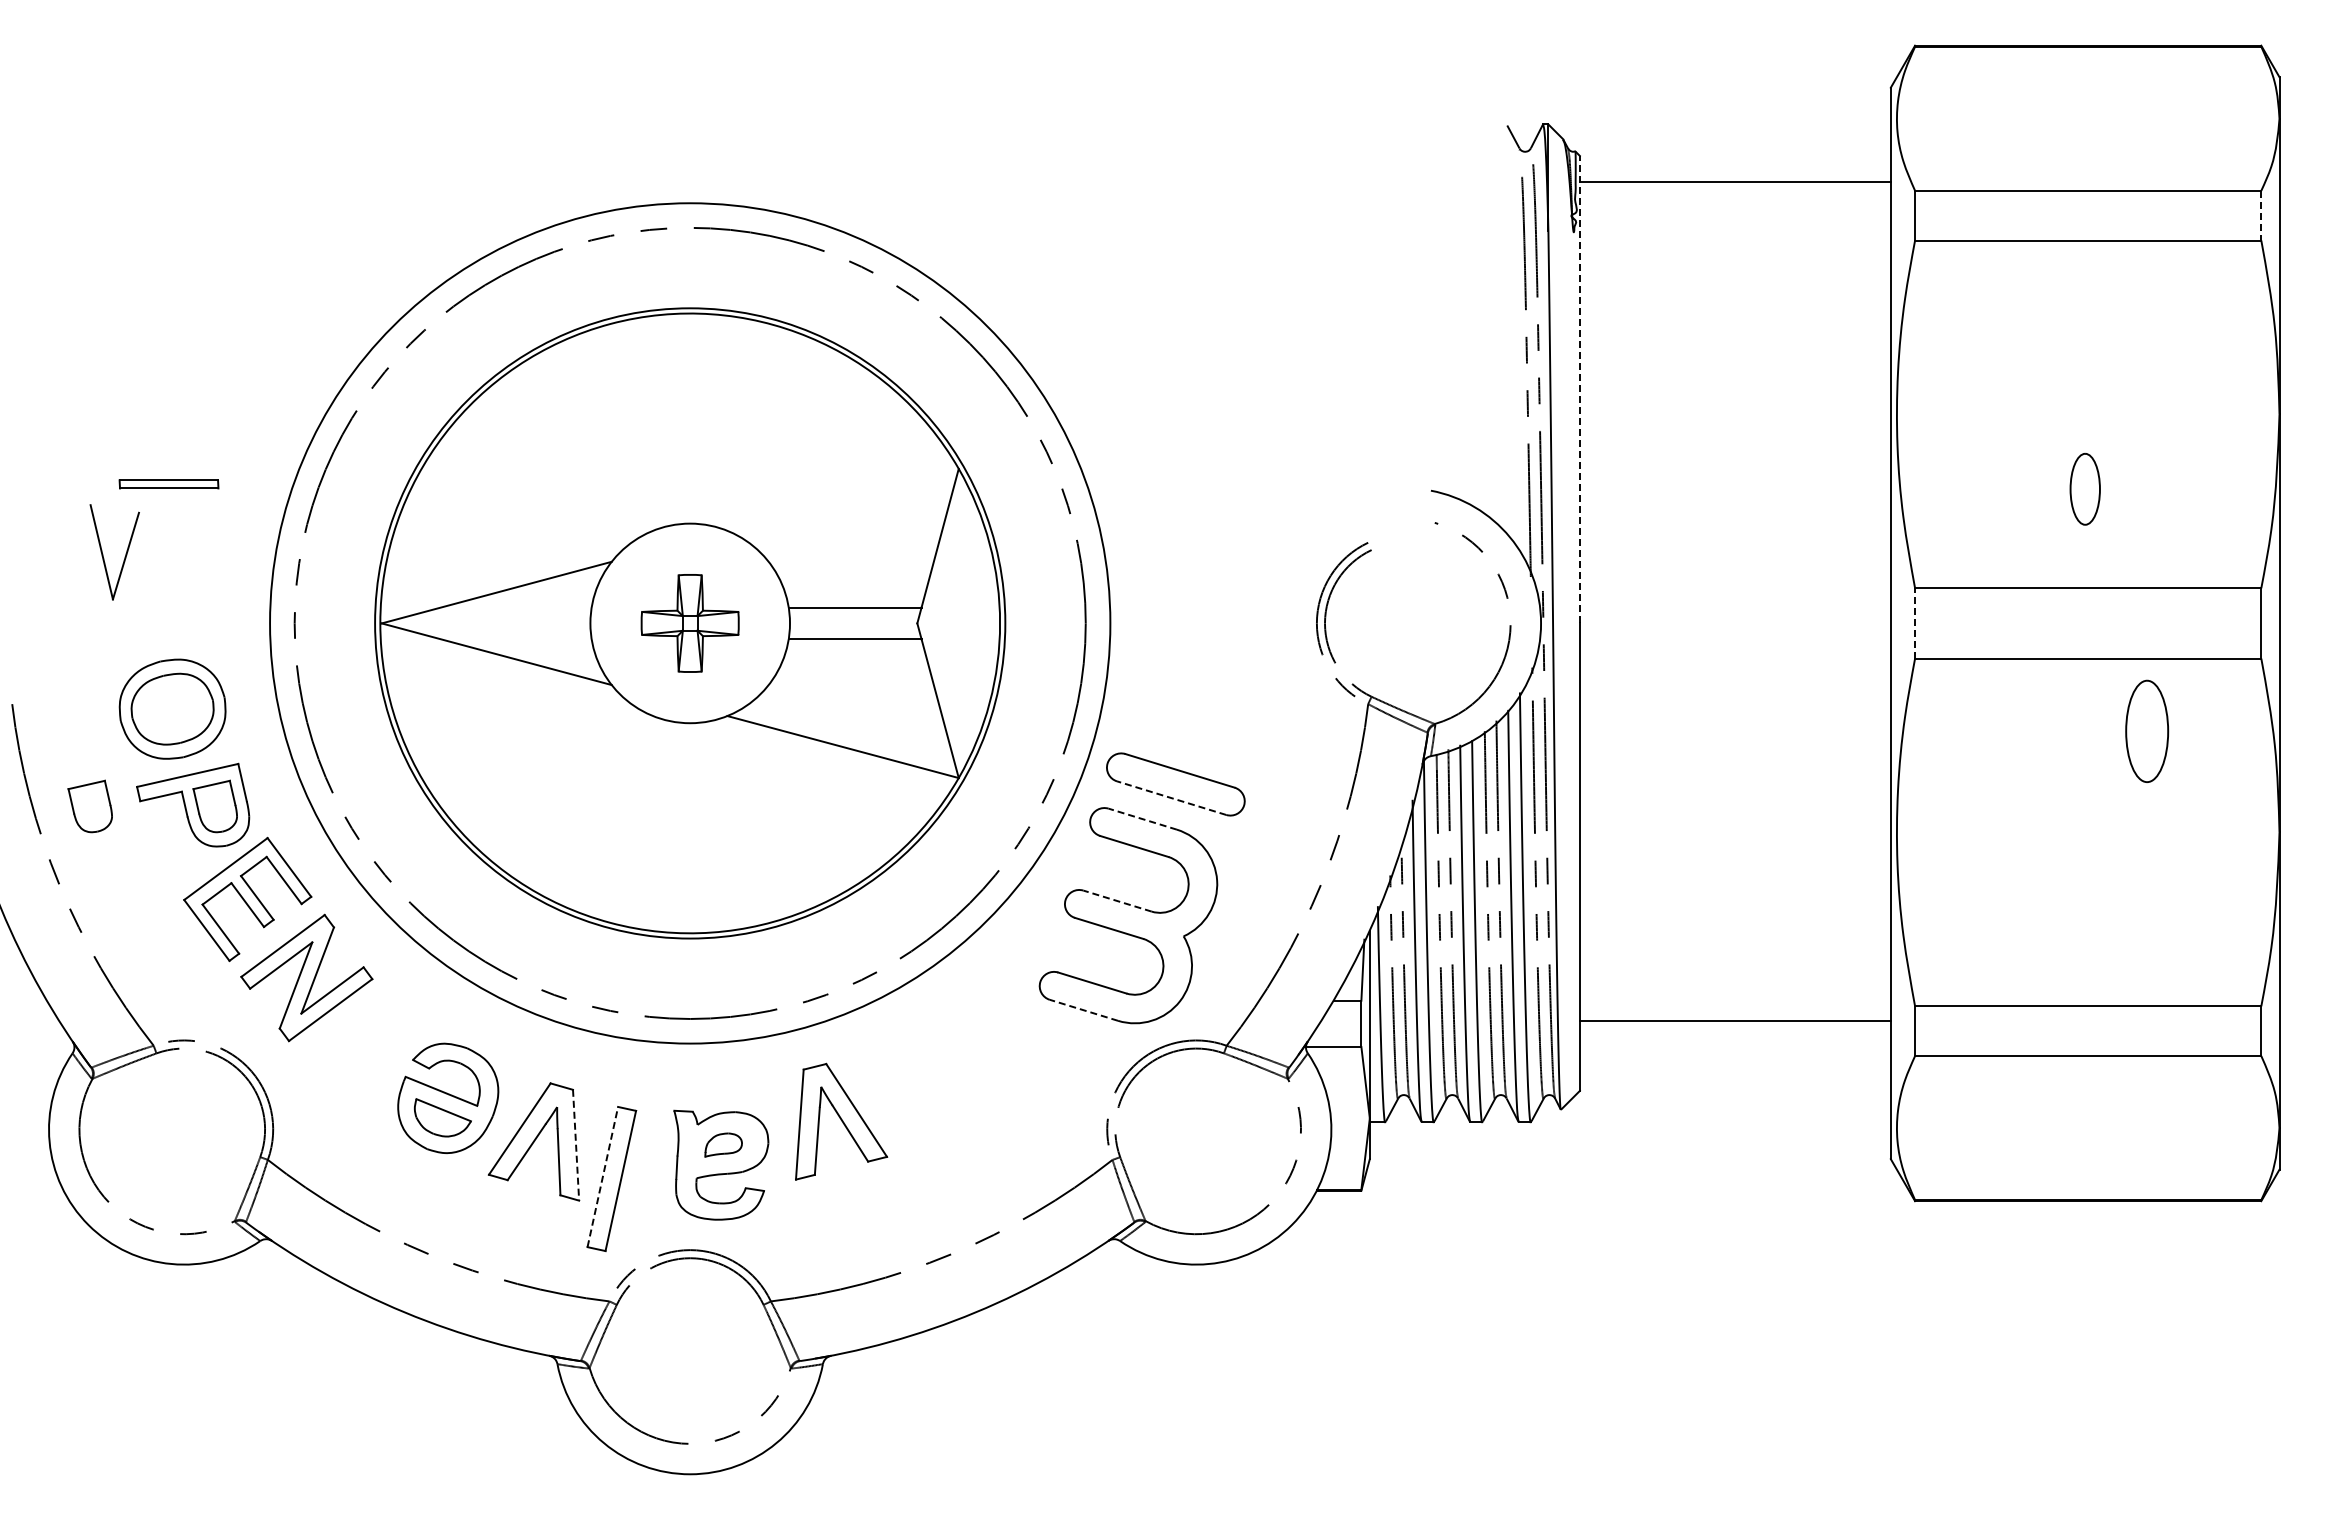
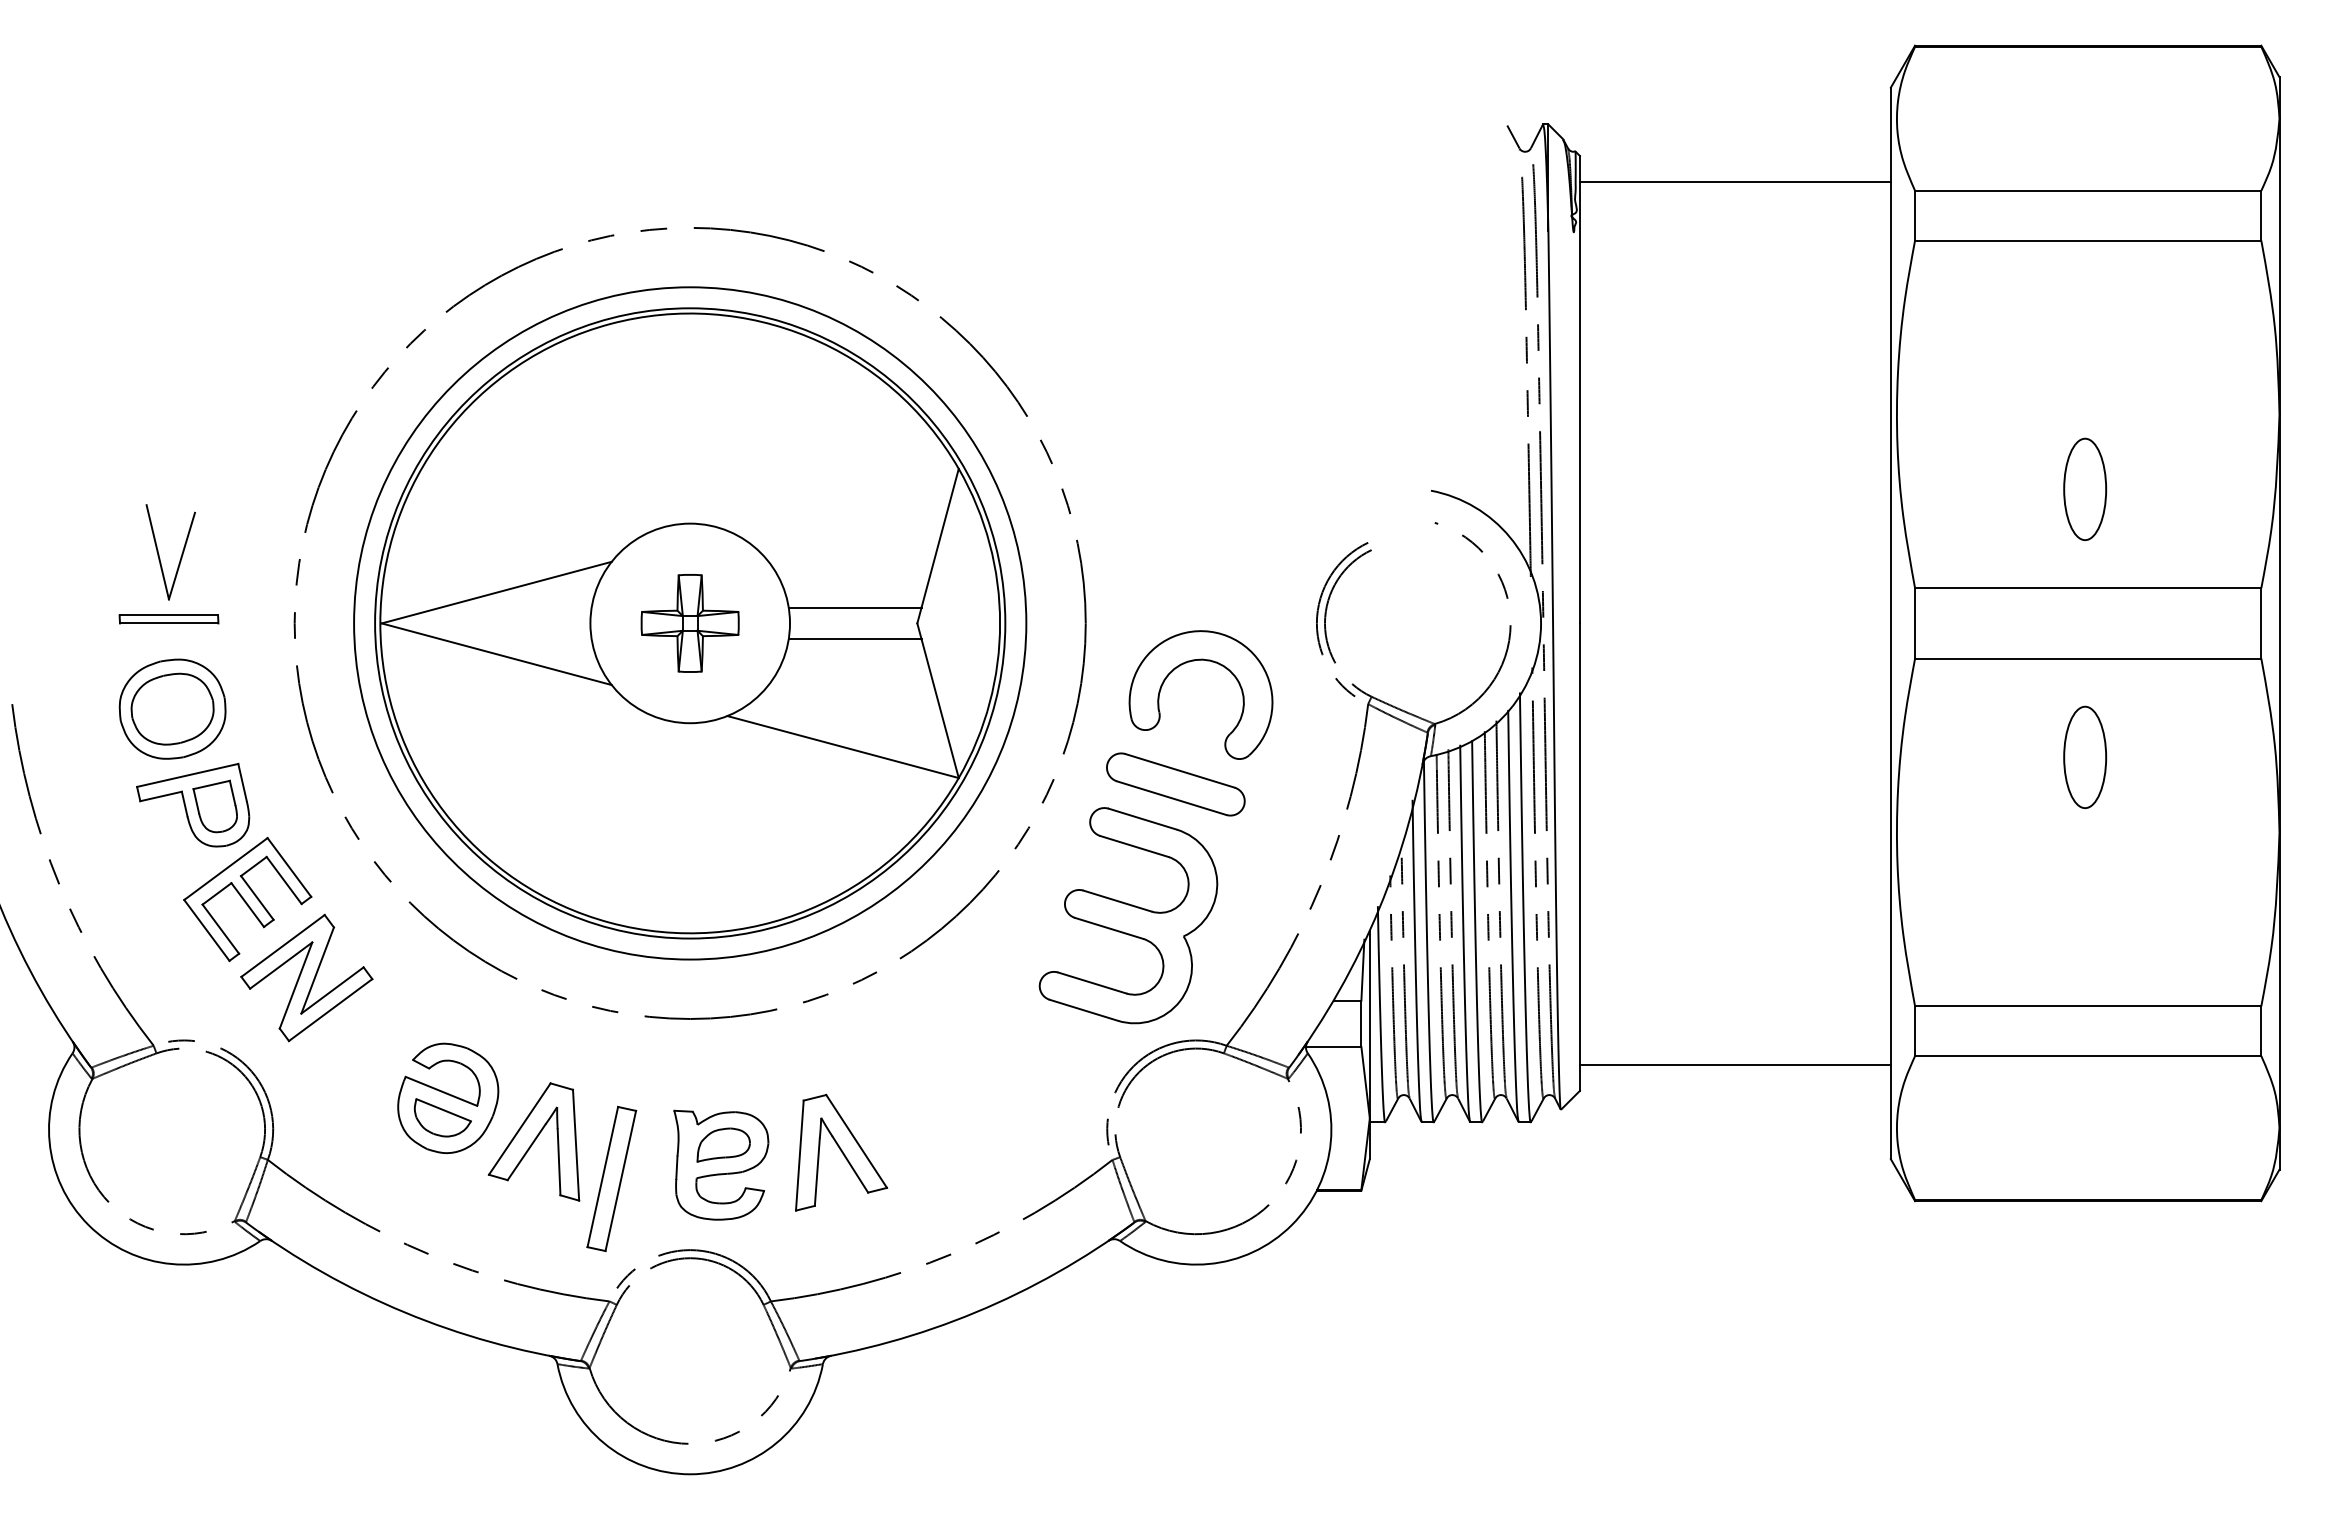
line at (2261, 215): dashed -> solid
line at (1579, 389): dashed -> solid
part at (168, 484) position: (168, 484) -> (168, 619)
part at (2084, 489) size: 32x73 px -> 45x104 px
part at (124, 556) position: (124, 556) -> (180, 556)
line at (1915, 622): dashed -> solid
circle at (690, 623) diameter: 840 px -> 672 px
part at (1194, 661): none -> present
part at (2147, 730) position: (2147, 730) -> (2085, 756)
line at (1171, 798): dashed -> solid
part at (89, 806): present -> none
line at (1142, 819): dashed -> solid
line at (1117, 901): dashed -> solid
line at (1083, 1010): dashed -> solid
line at (1734, 1020) position: (1734, 1020) -> (1734, 1064)
part at (841, 1121) position: (841, 1121) -> (841, 1152)
part at (723, 1144) size: 39x26 px -> 55x36 px
line at (576, 1145): dashed -> solid
line at (602, 1177): dashed -> solid
